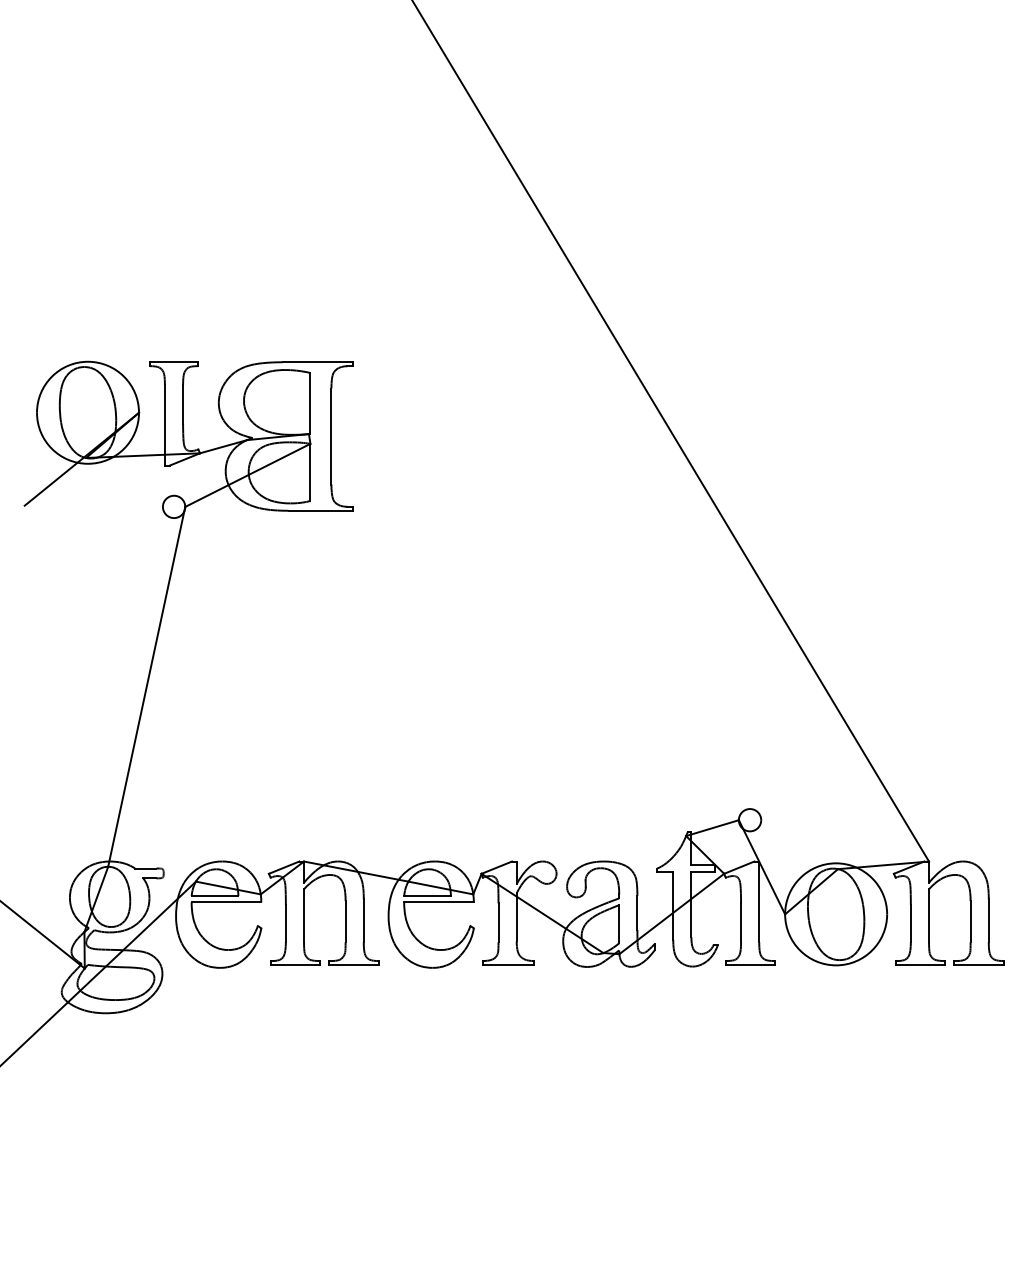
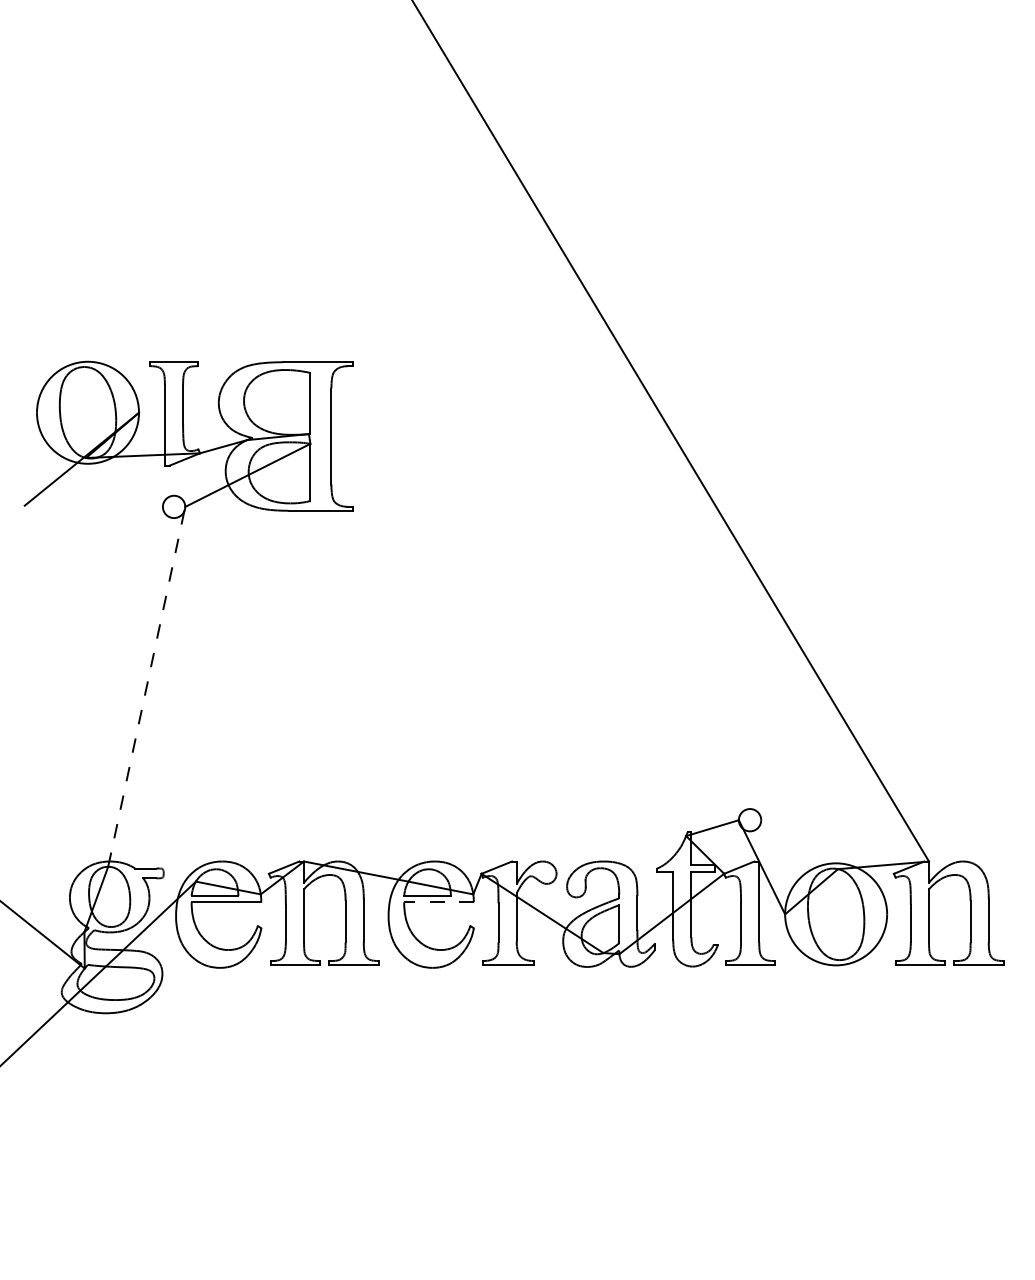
line at (146, 686): solid -> dashed
line at (439, 902): solid -> dashed
